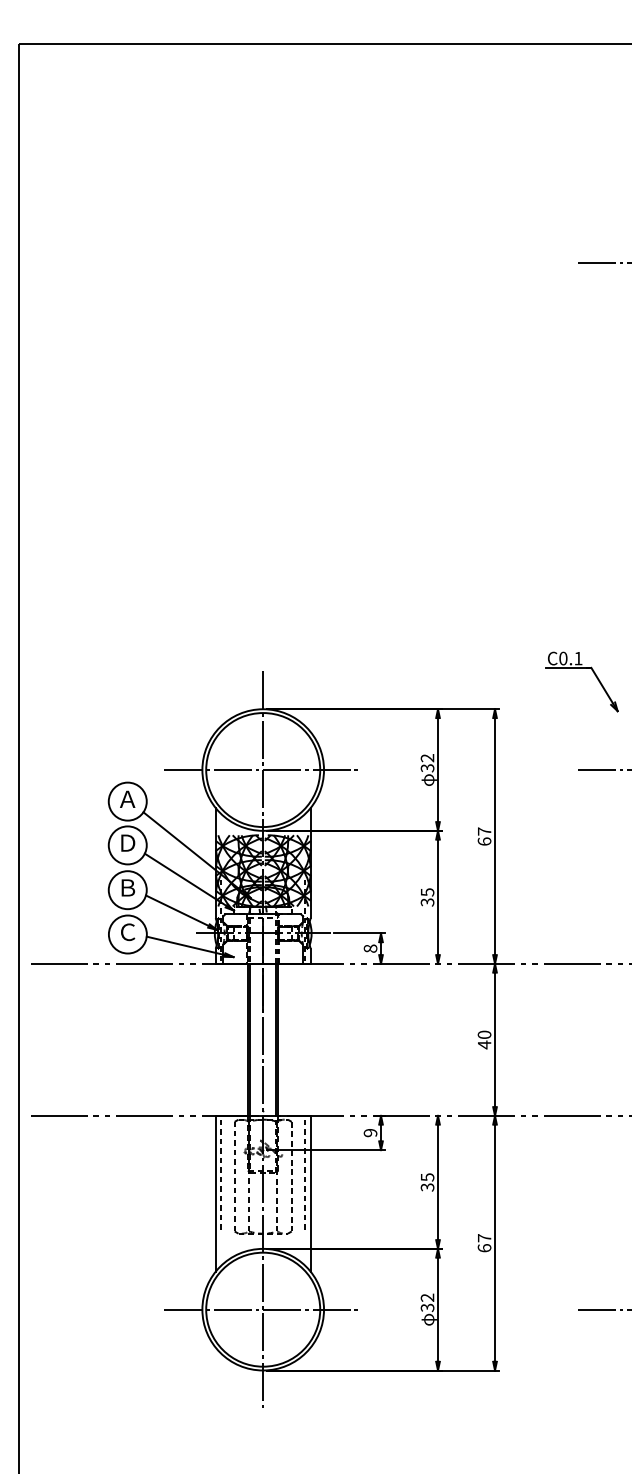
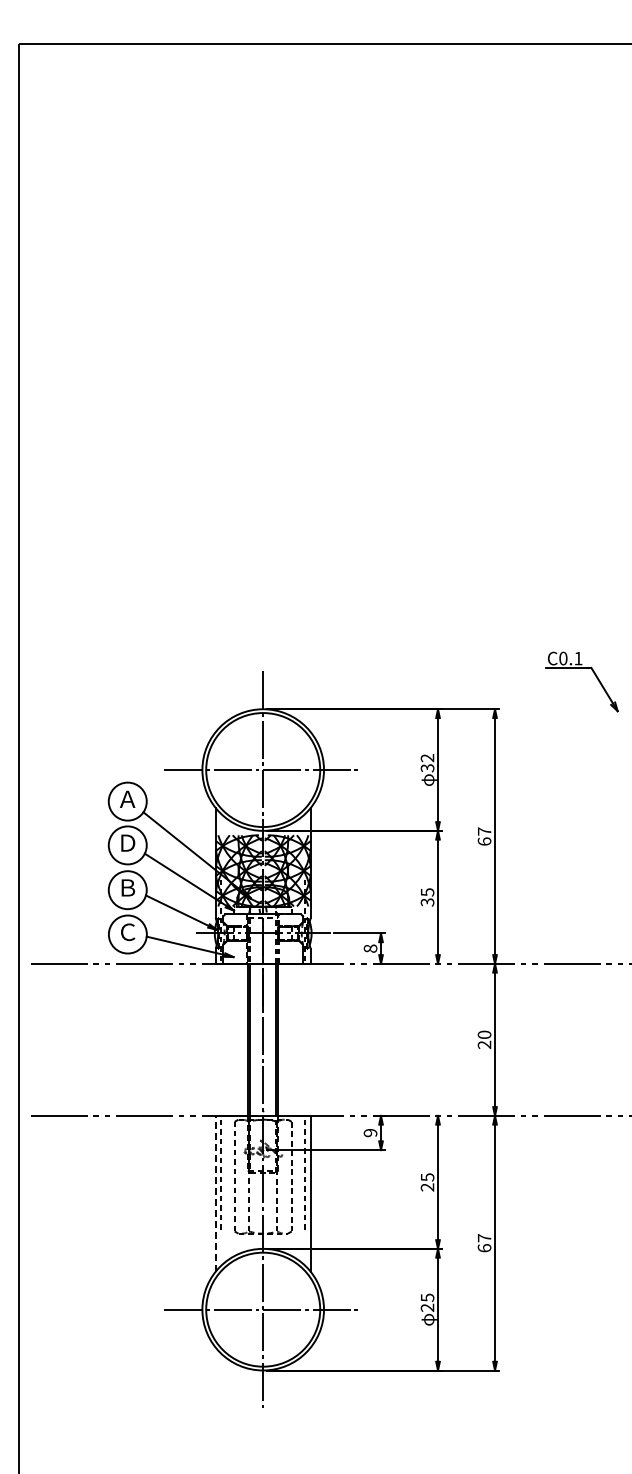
line at (602, 262): present -> none
line at (602, 770): present -> none
text at (484, 1044): 40 -> 20
text at (427, 1187): 35 -> 25
line at (215, 1193): solid -> dashed
text at (427, 1302): 32 -> 25
line at (602, 1309): present -> none
